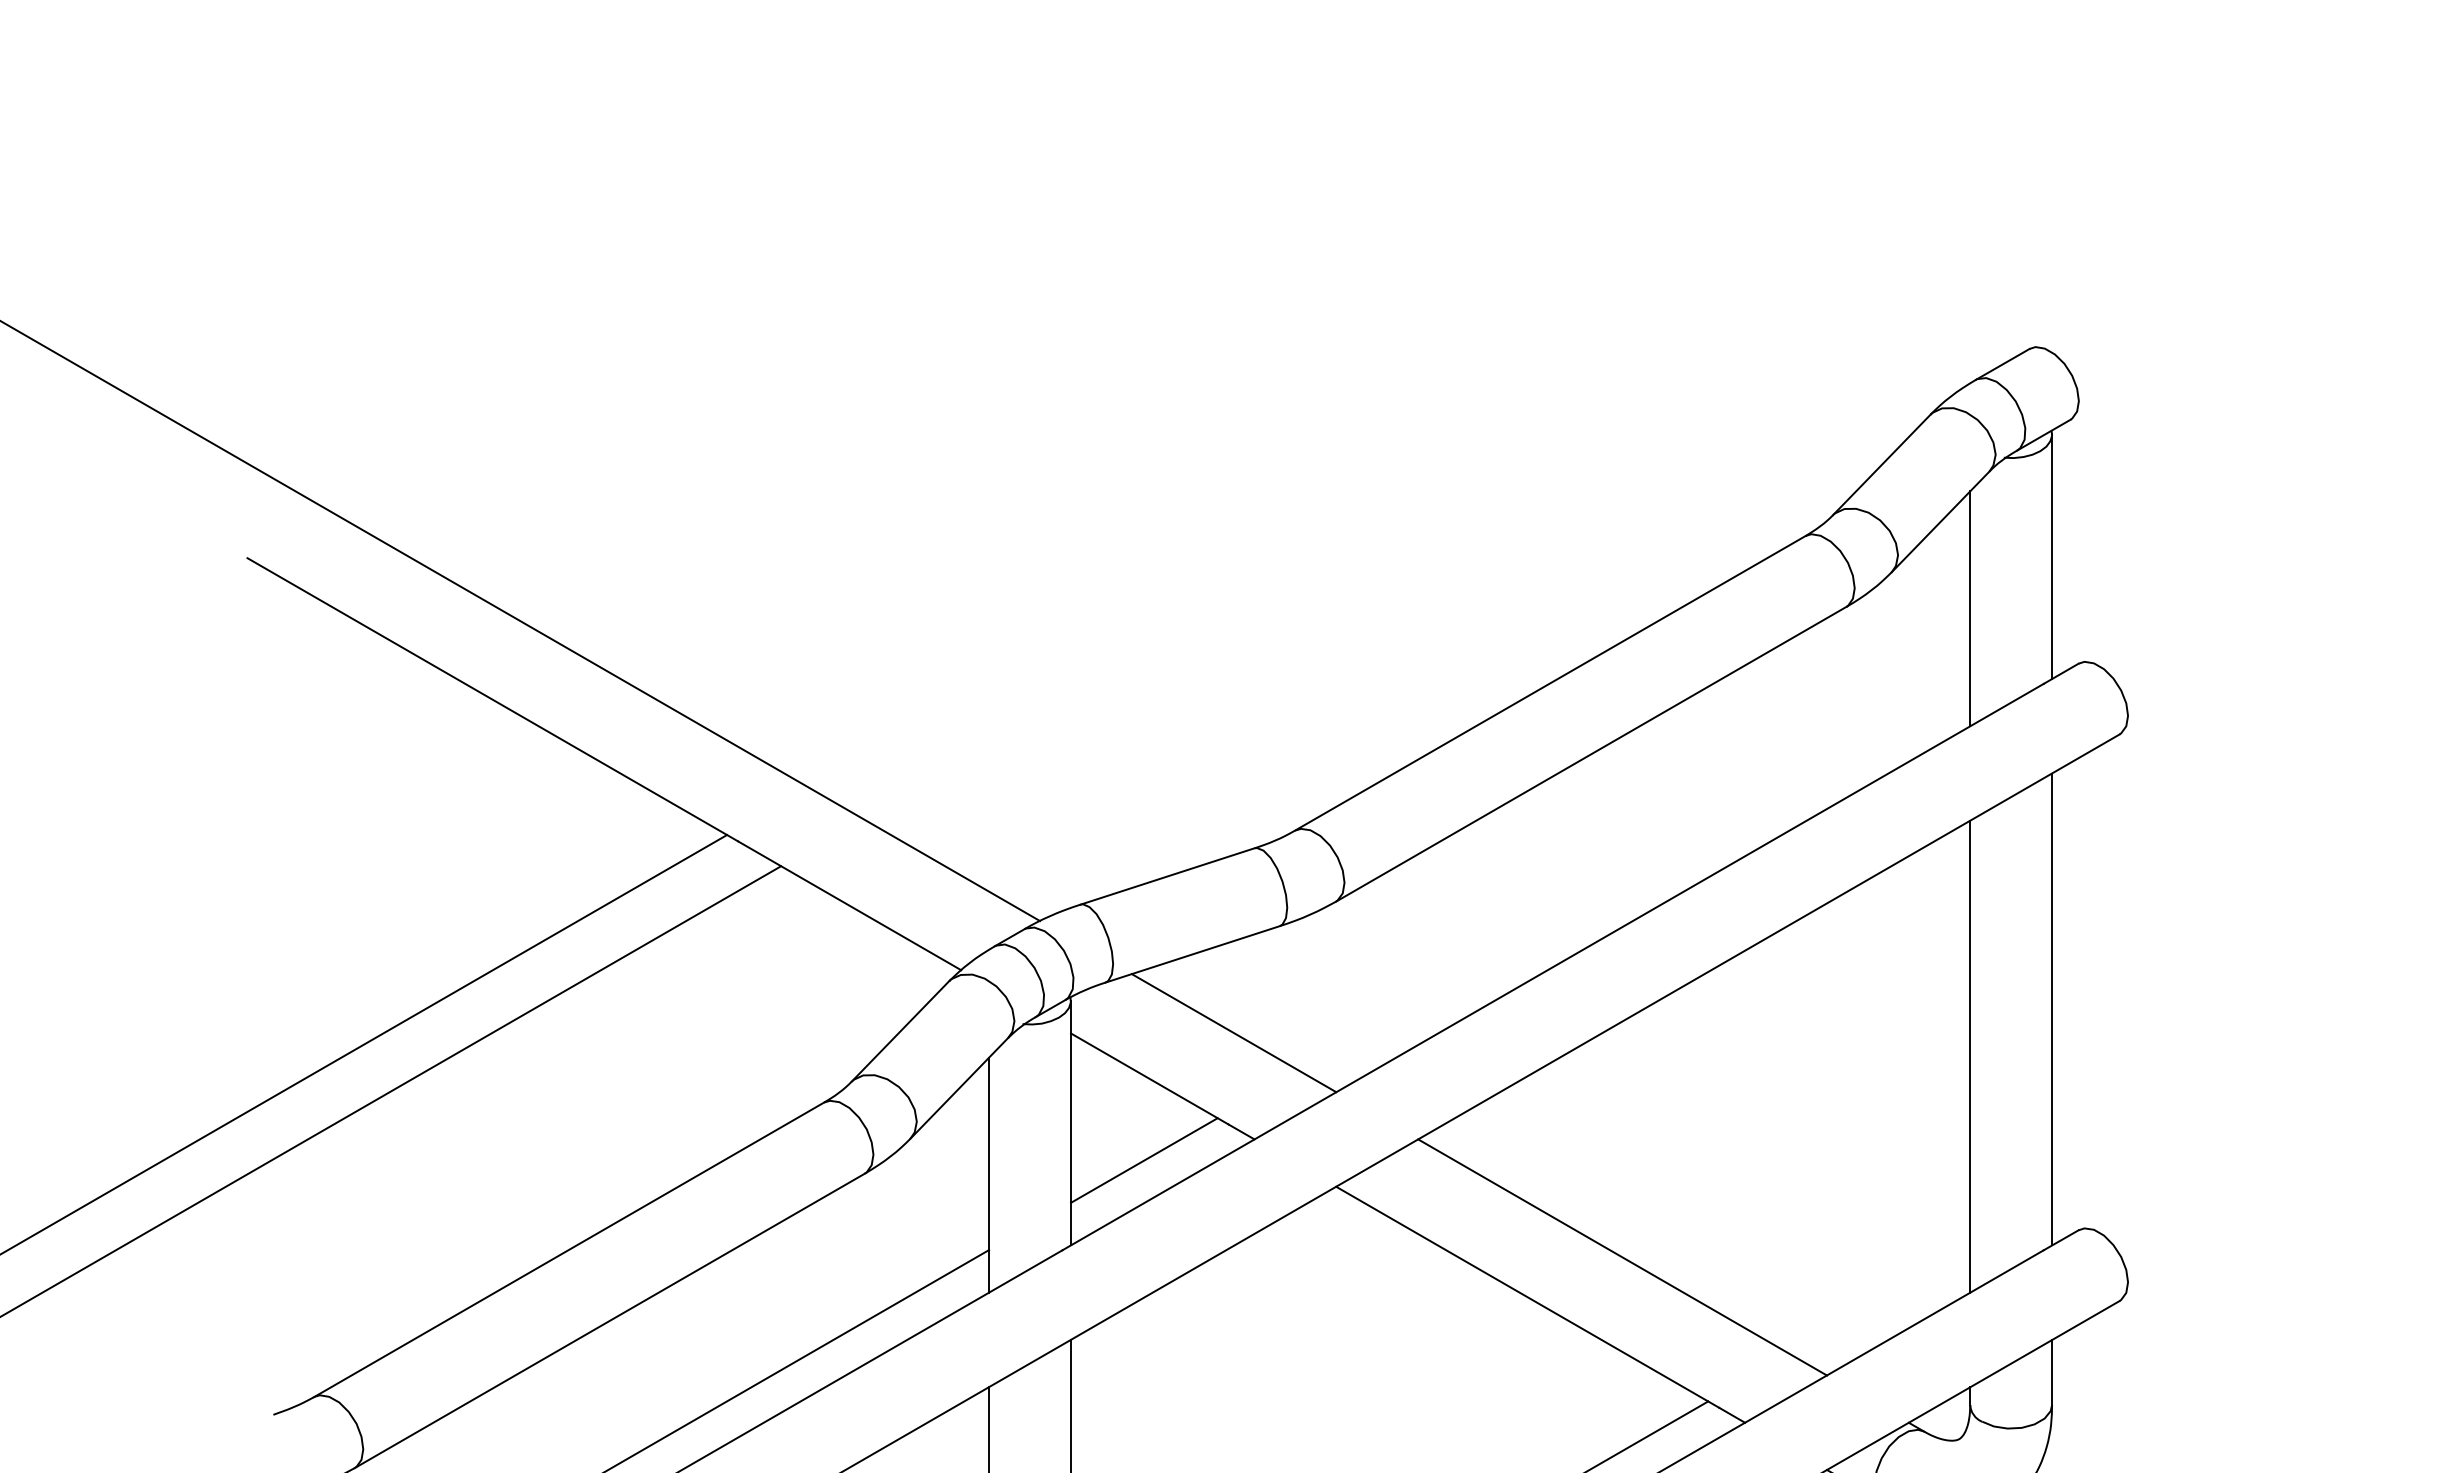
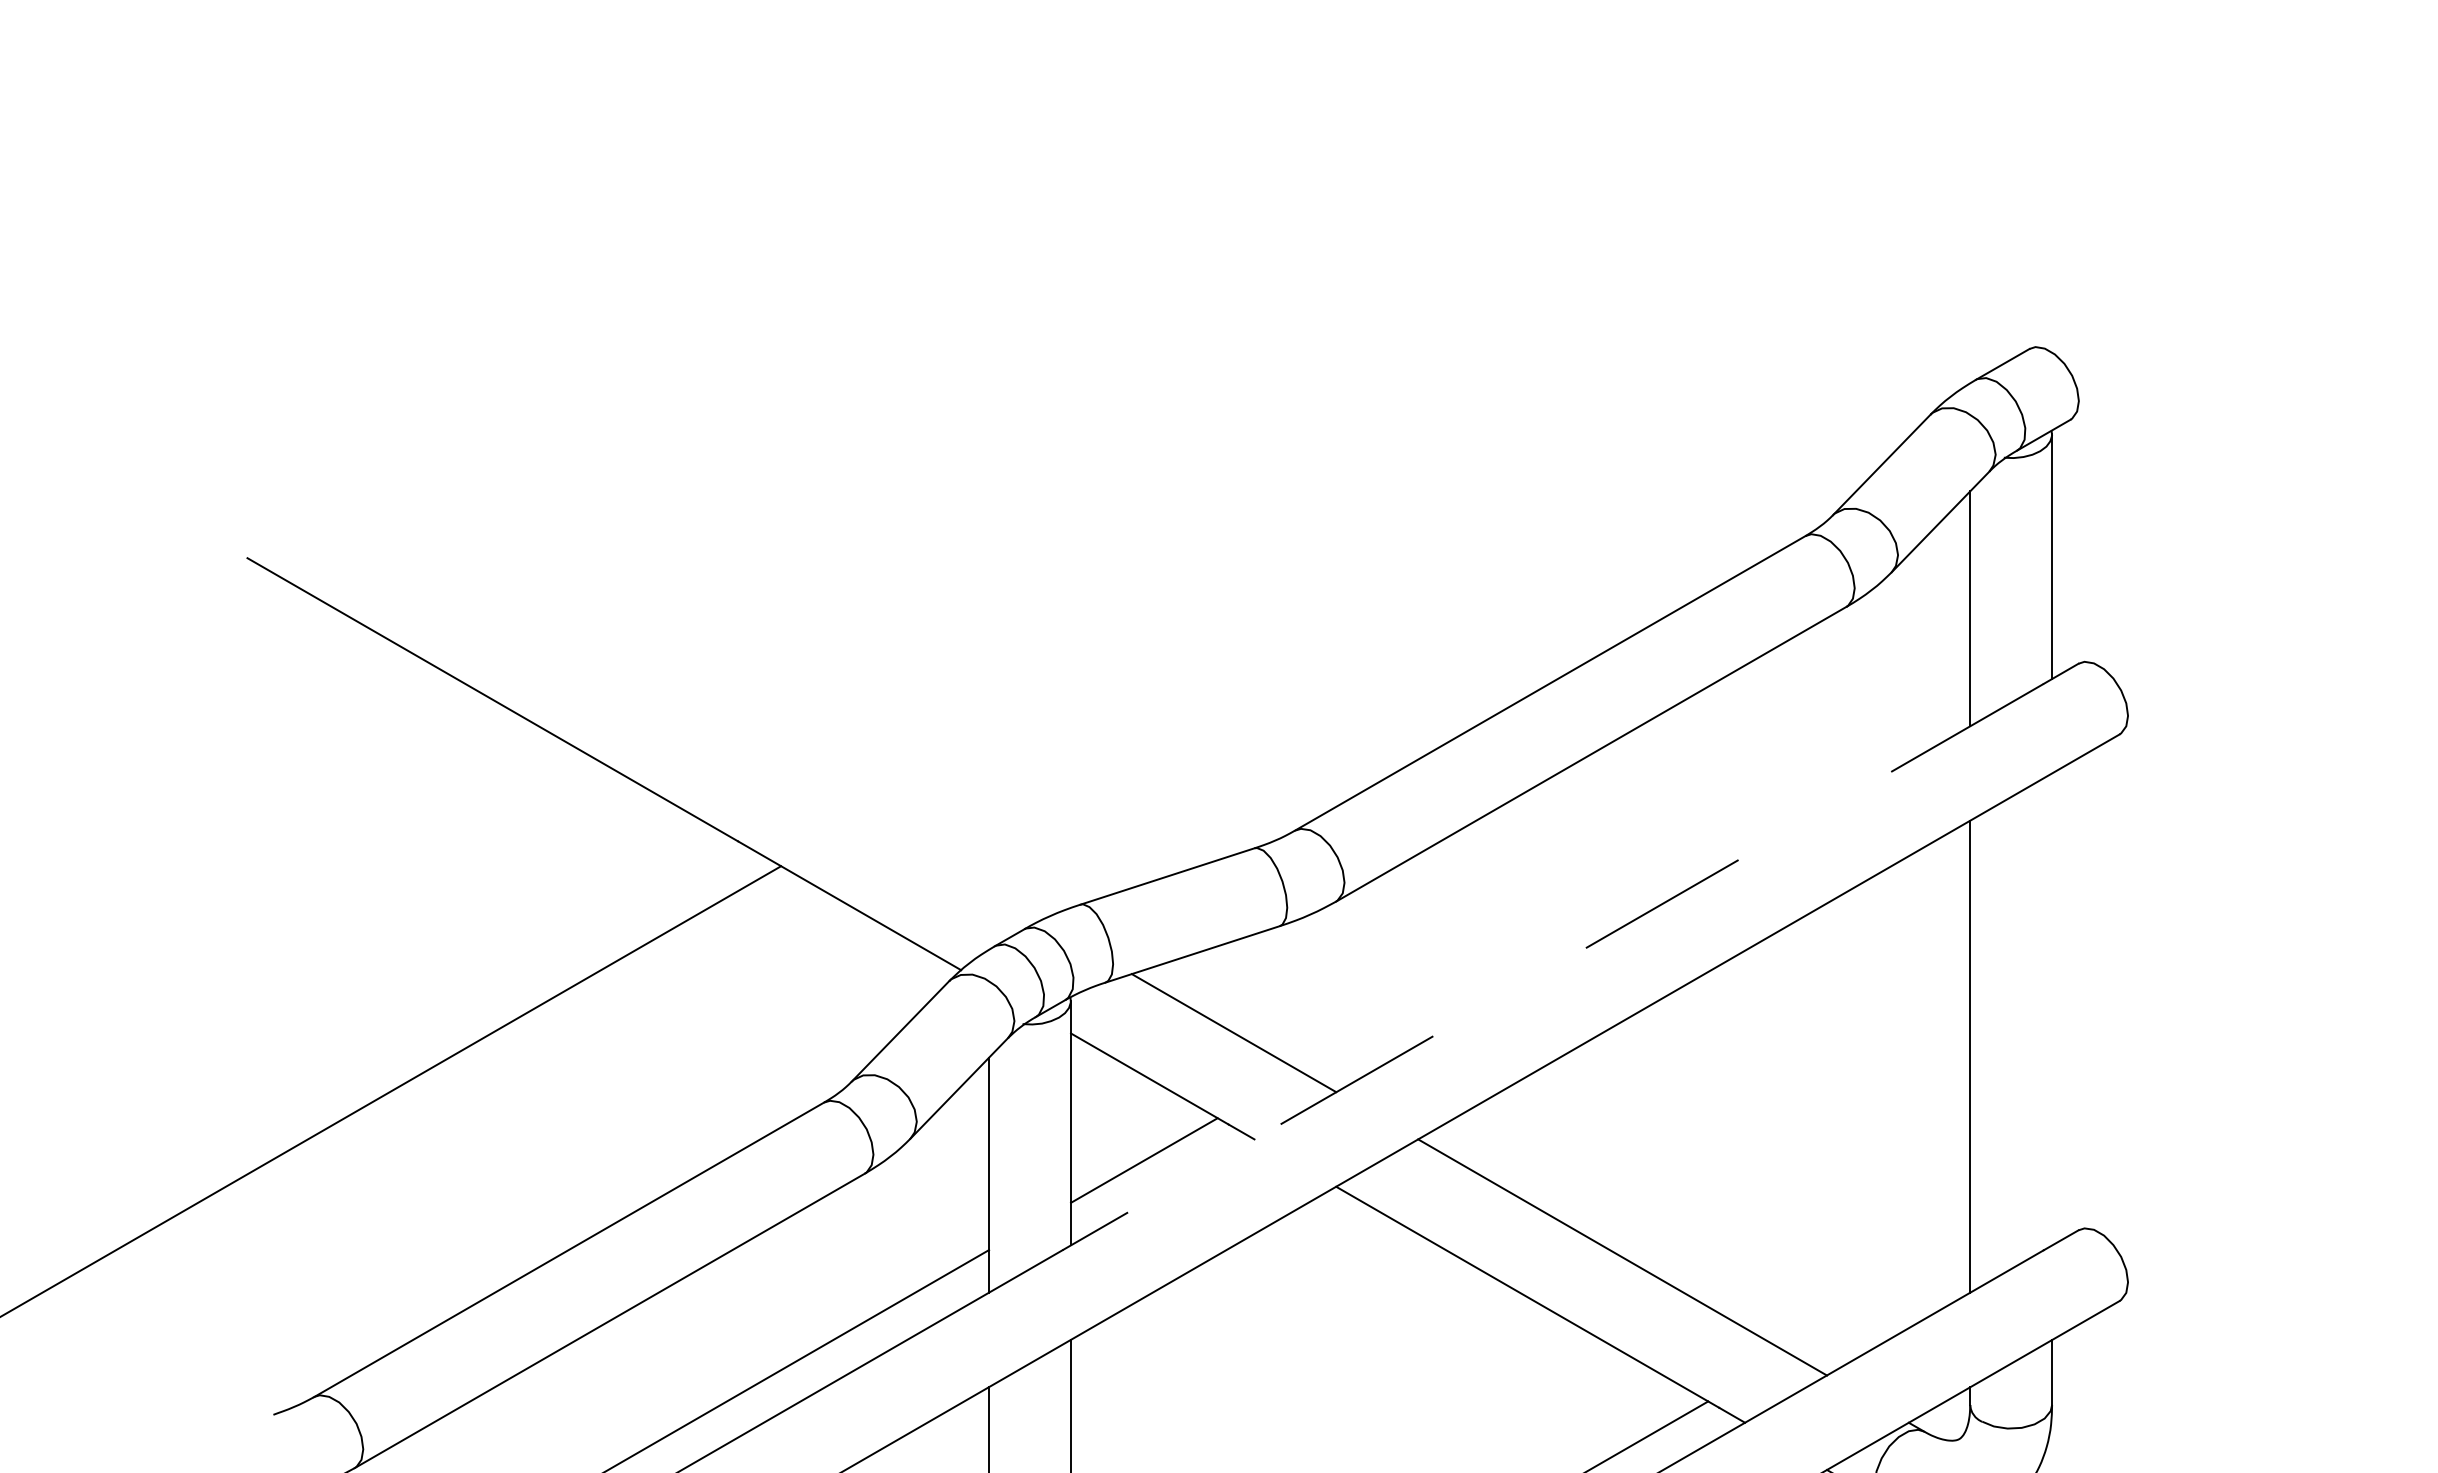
line at (521, 621): present -> none
line at (1552, 967): solid -> dashed
line at (2052, 1009): present -> none
line at (364, 1044): present -> none
